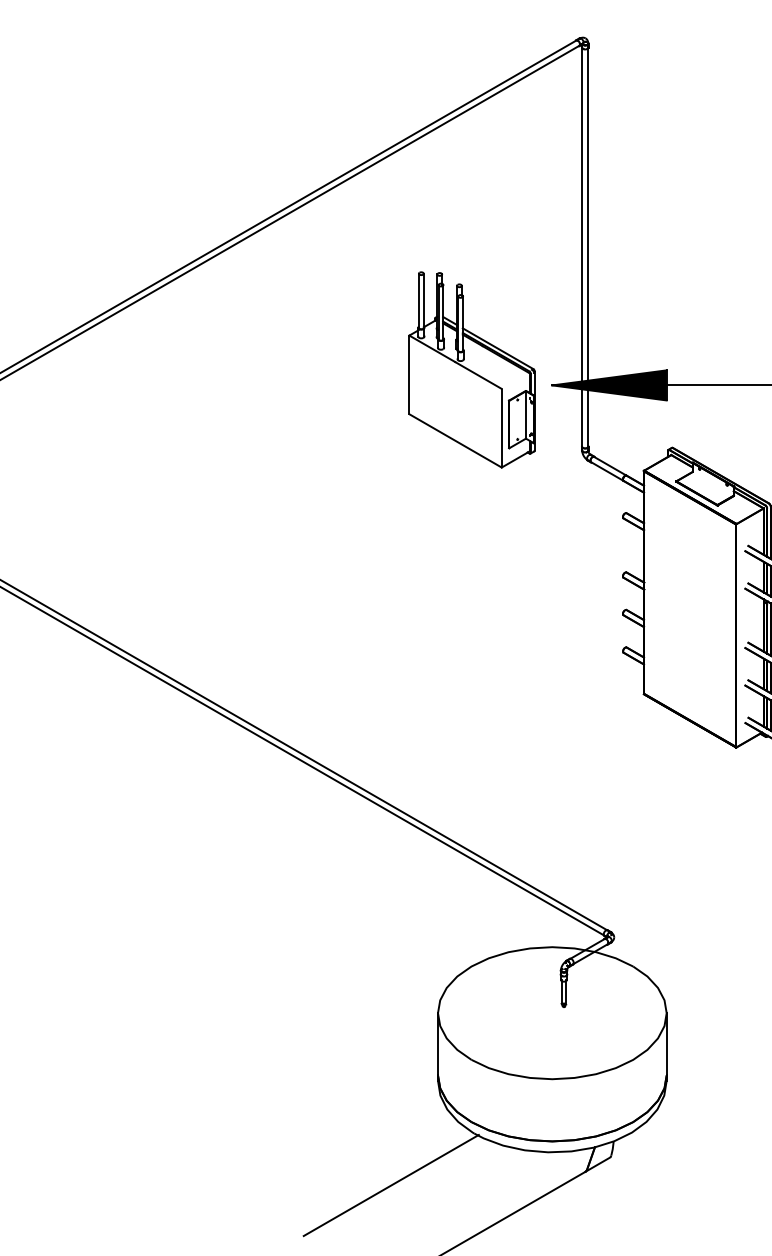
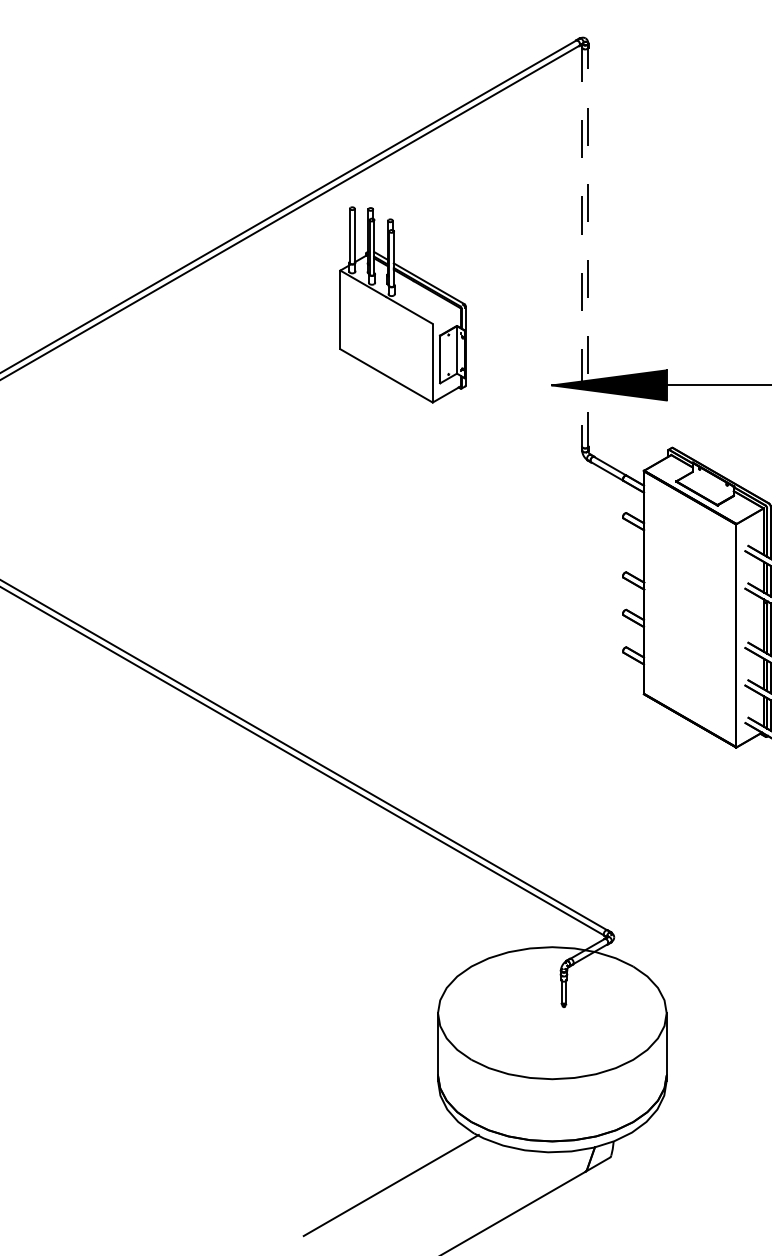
line at (582, 247): solid -> dashed
line at (588, 247): solid -> dashed
part at (471, 369) position: (471, 369) -> (402, 304)
